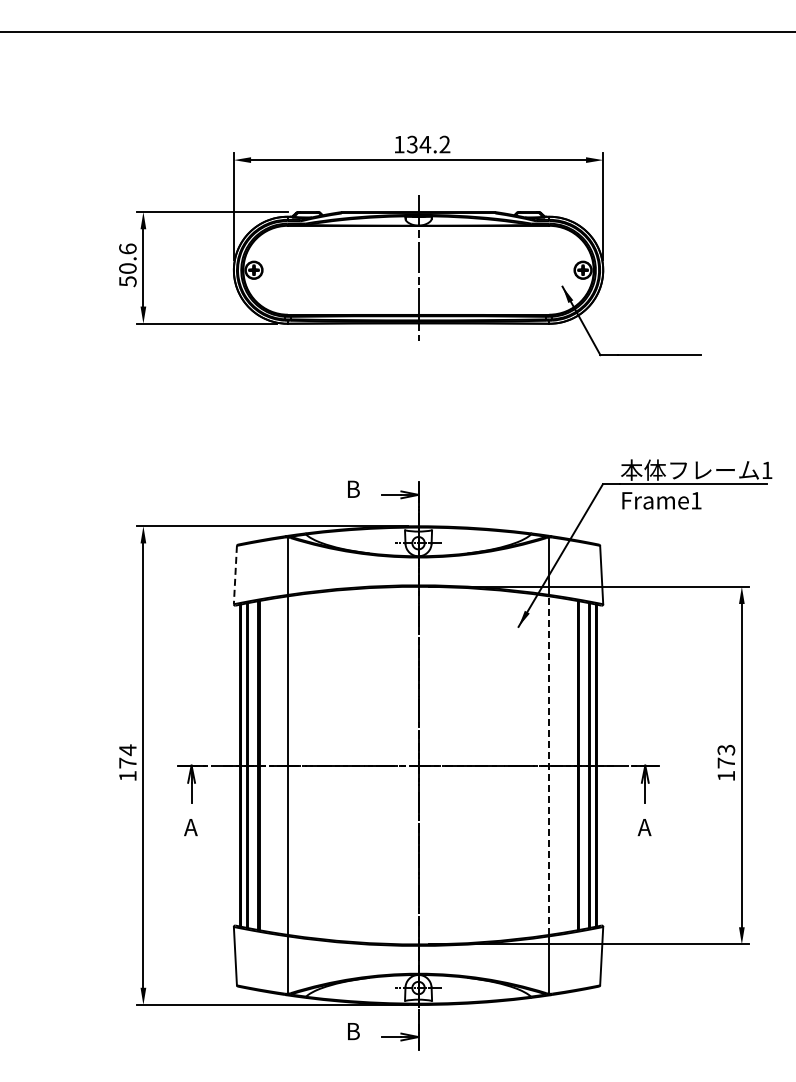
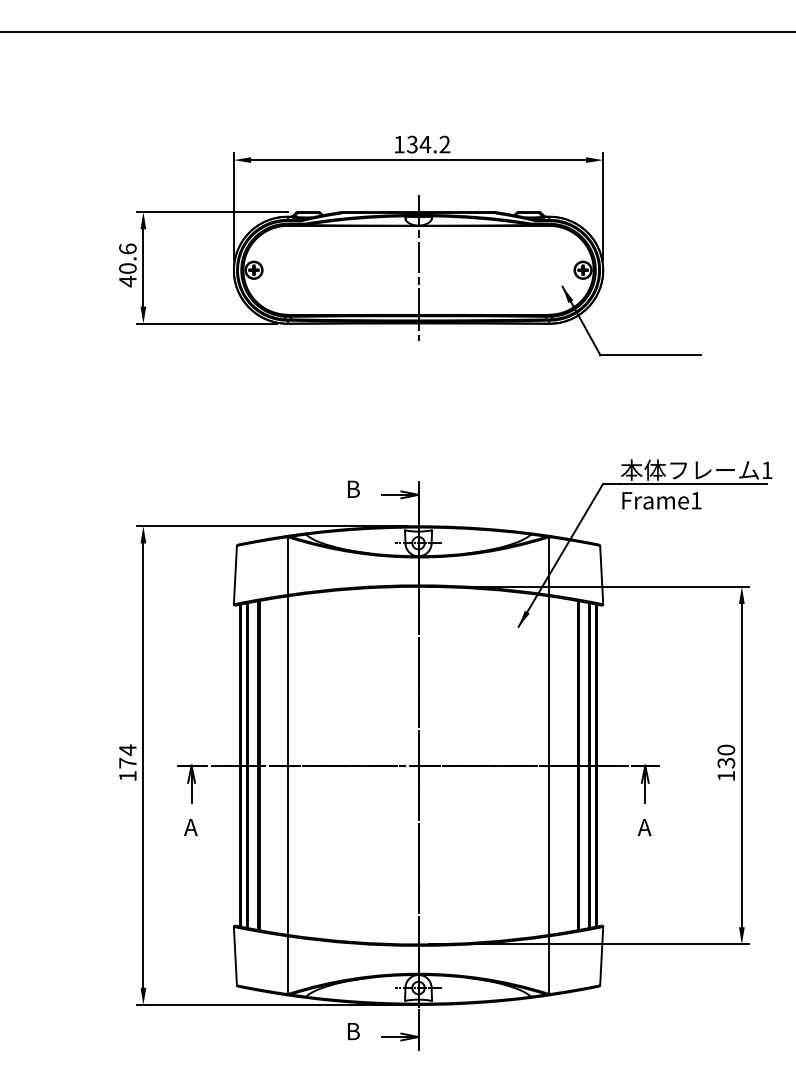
text at (127, 281): 50.6 -> 40.6
line at (235, 575): dashed -> solid
text at (726, 756): 173 -> 130
line at (549, 765): dashed -> solid
